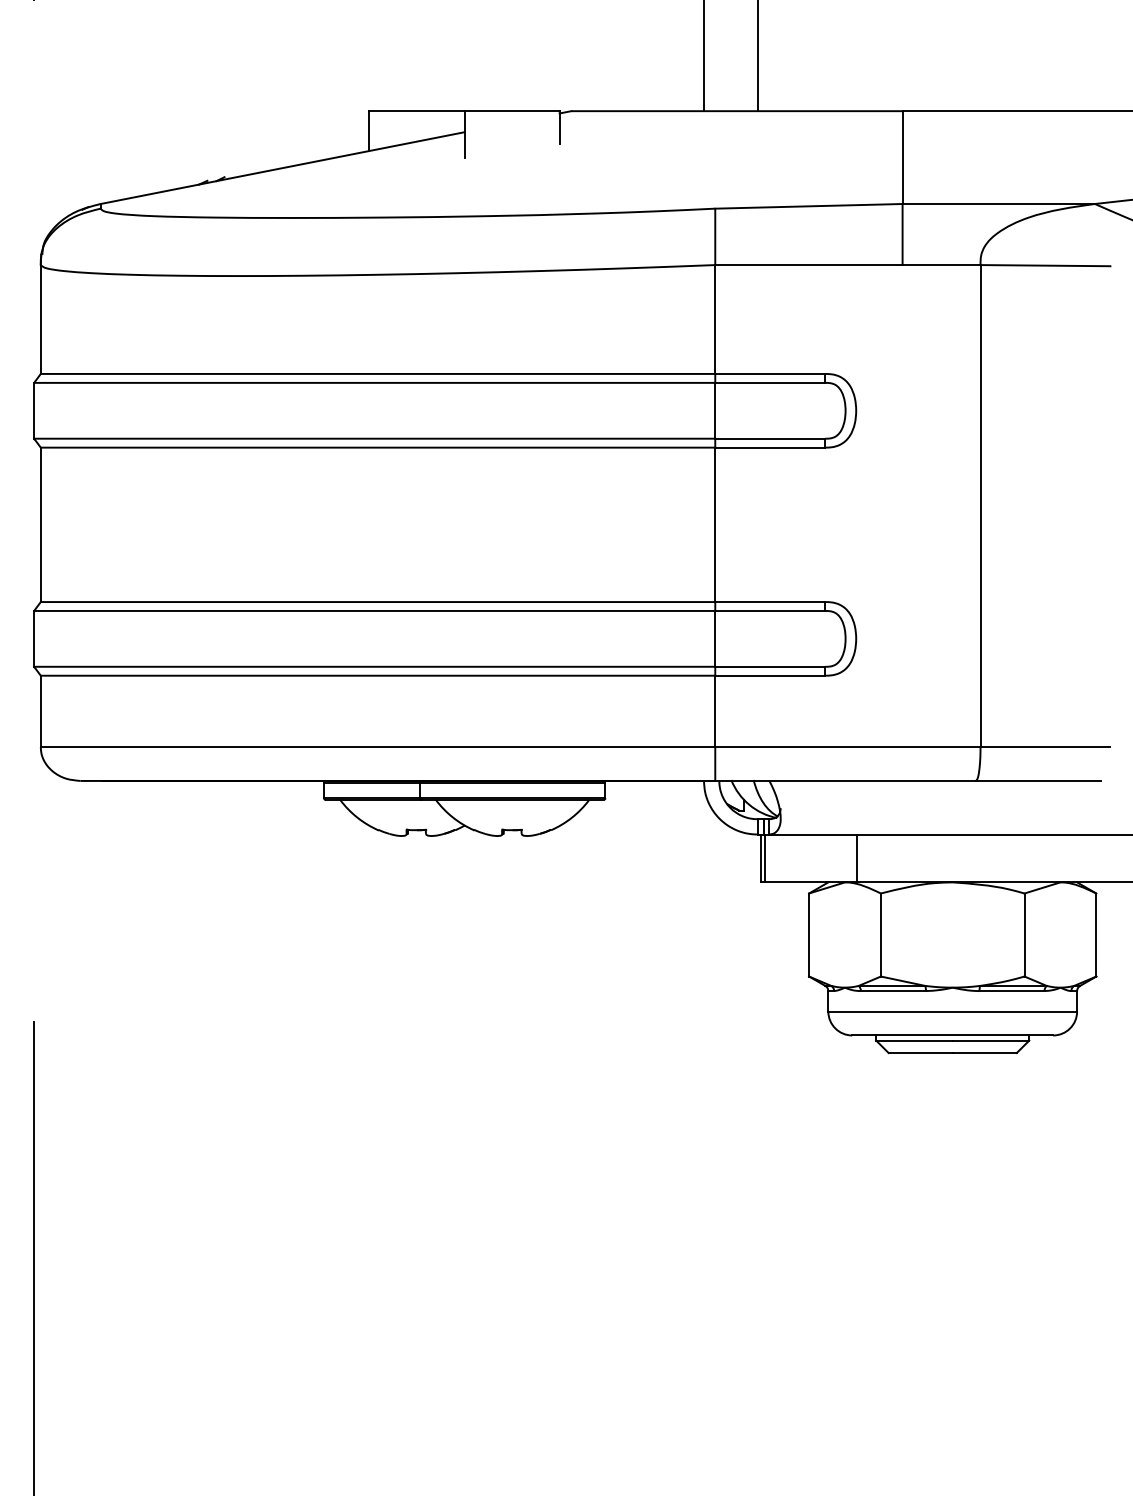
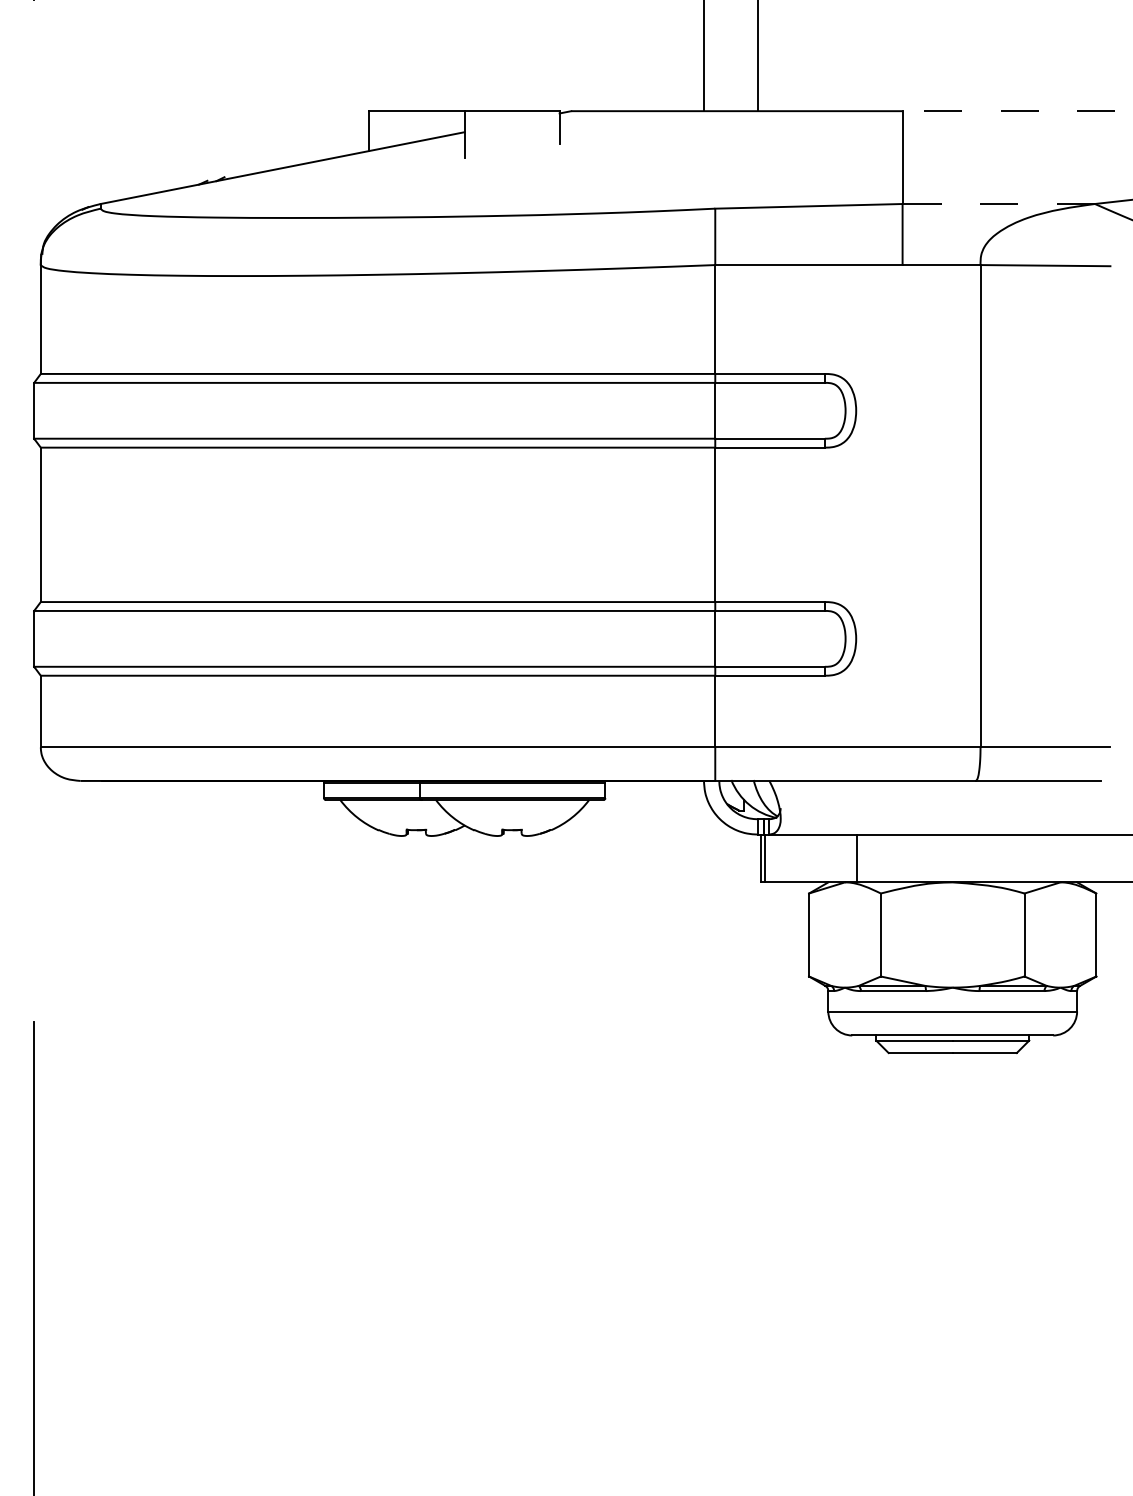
line at (1017, 111): solid -> dashed
line at (998, 204): solid -> dashed
